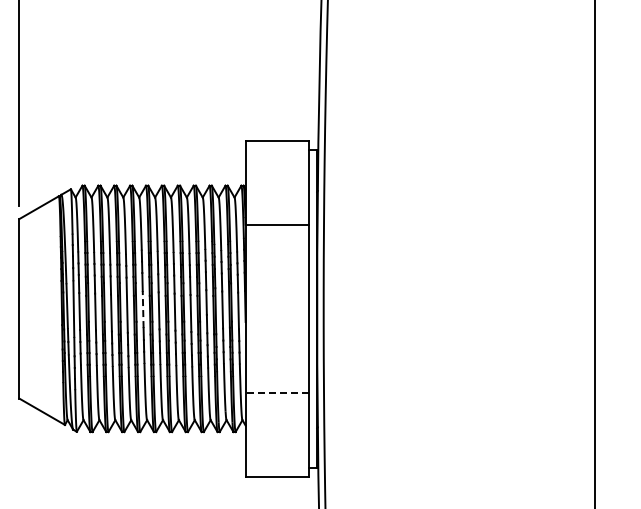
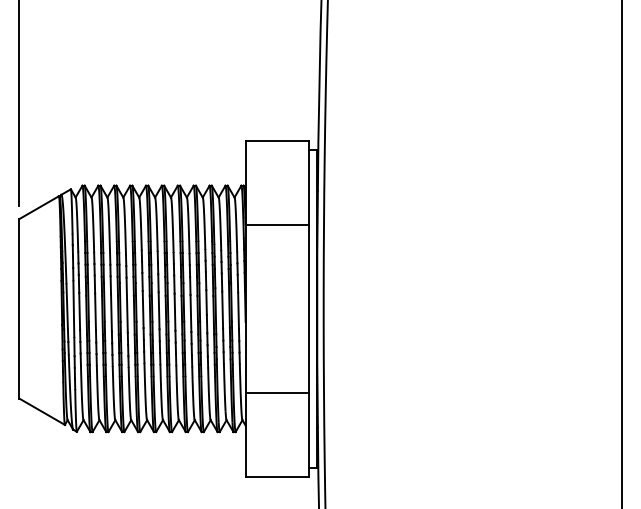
line at (594, 253) position: (594, 253) -> (621, 253)
line at (143, 309): dashed -> solid
line at (277, 392): dashed -> solid
